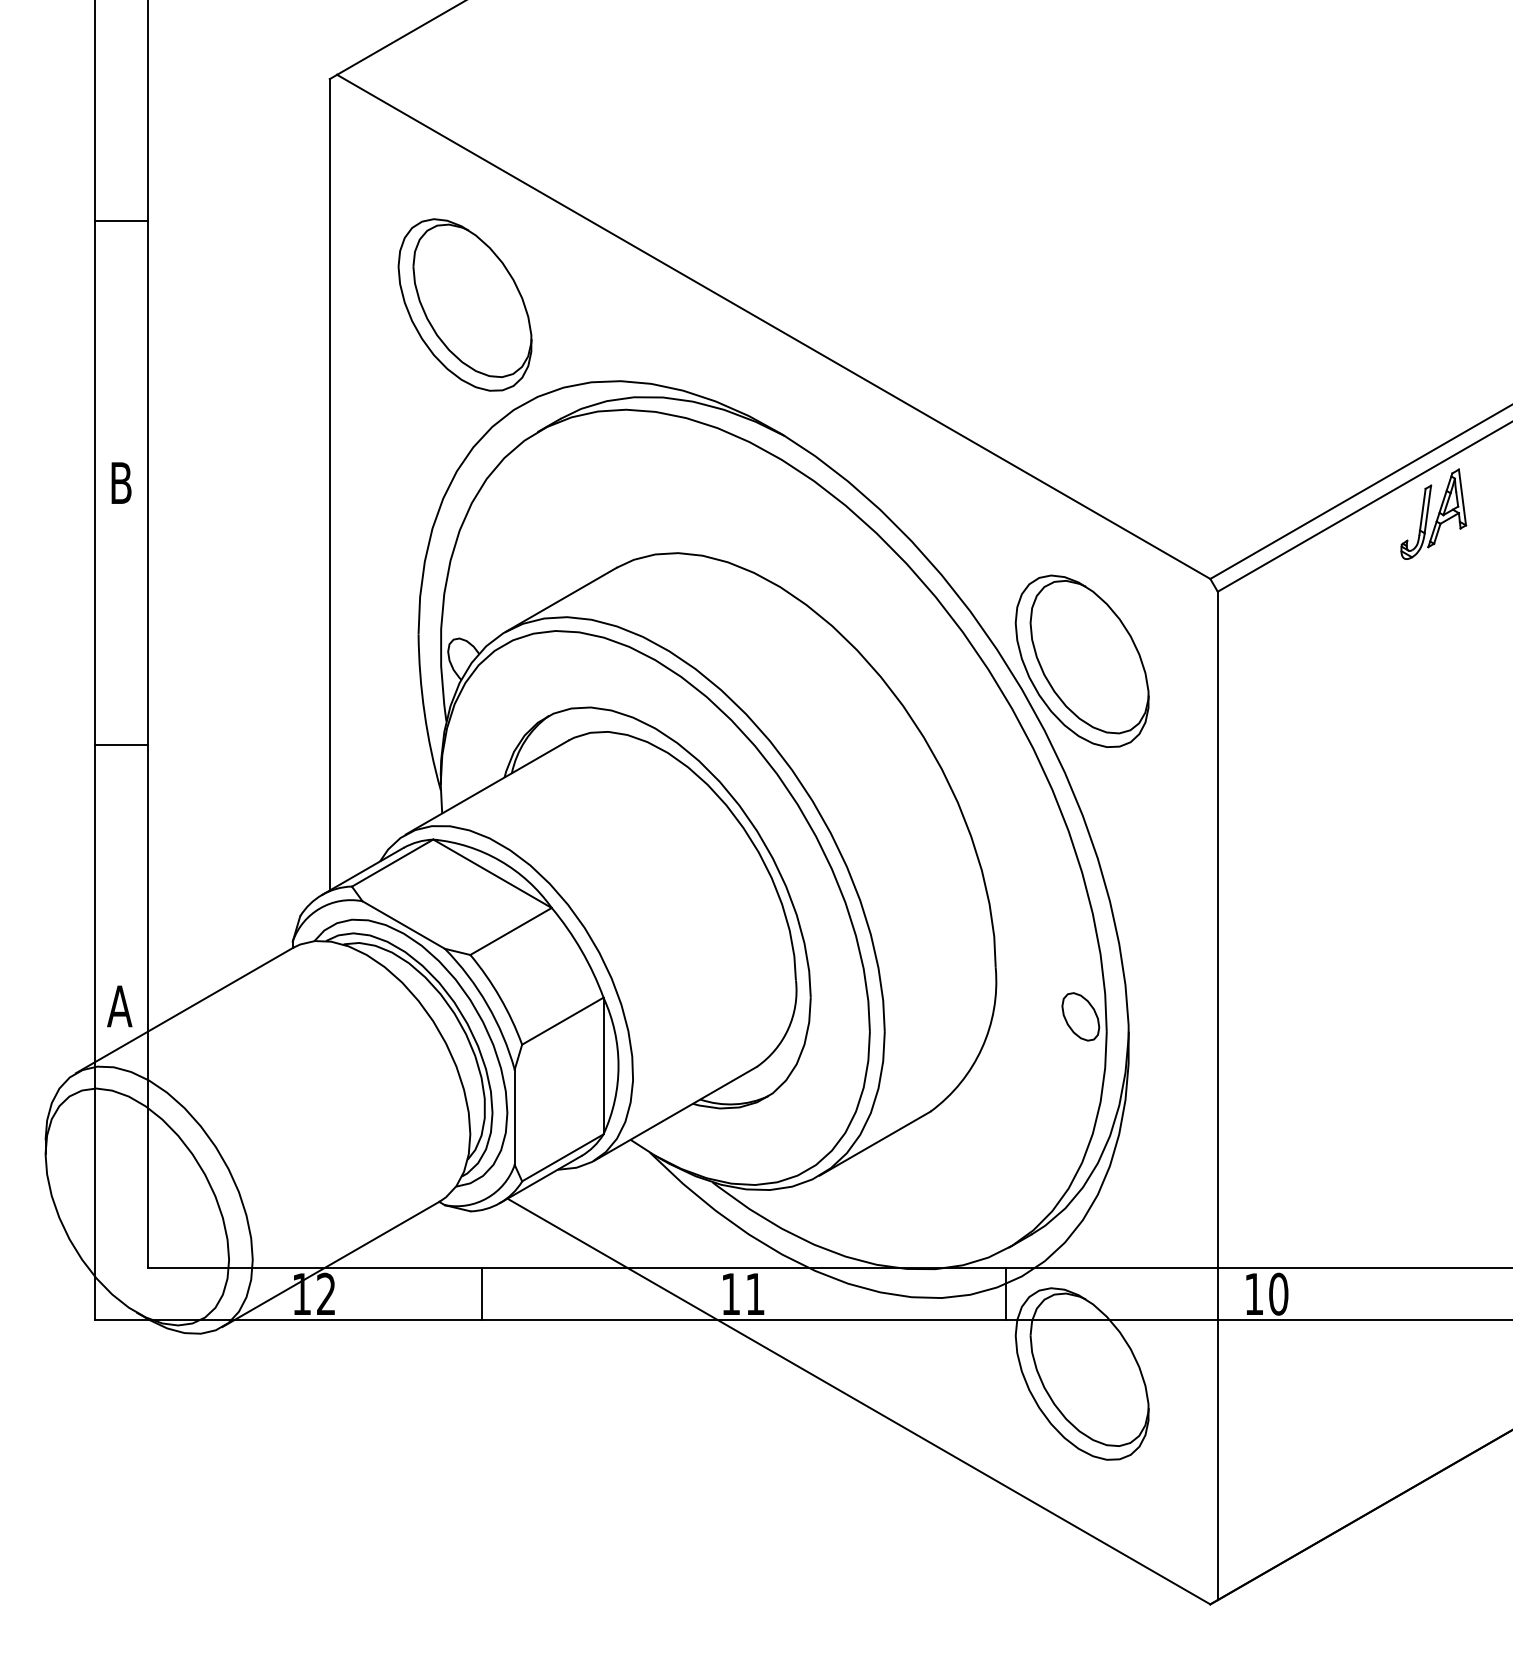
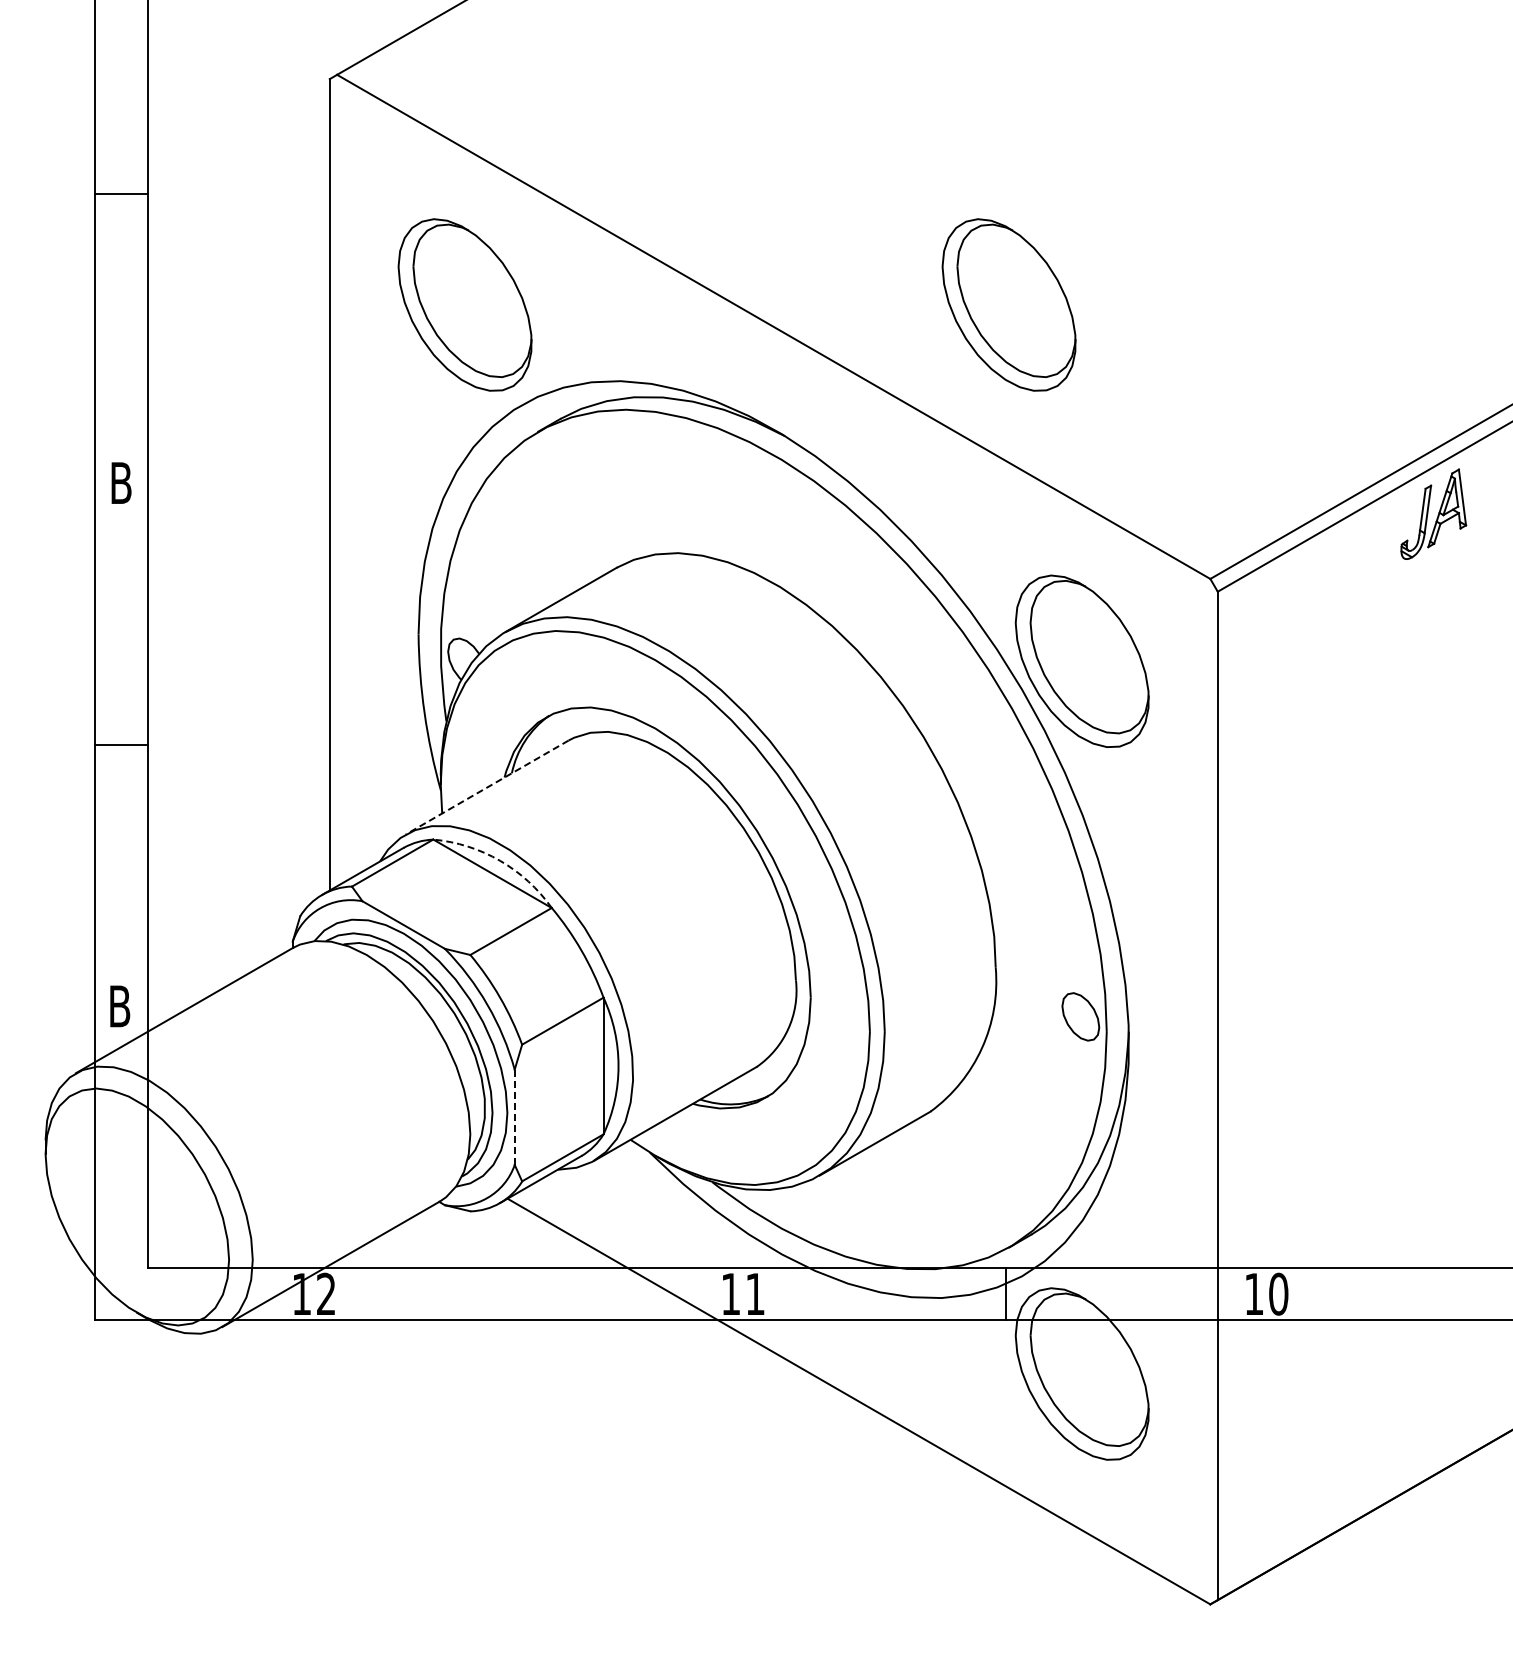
line at (121, 221) position: (121, 221) -> (121, 194)
part at (1008, 304): none -> present
line at (486, 787): solid -> dashed
arc at (500, 860): solid -> dashed
text at (119, 1006): A -> B
line at (514, 1117): solid -> dashed
line at (482, 1293): present -> none
